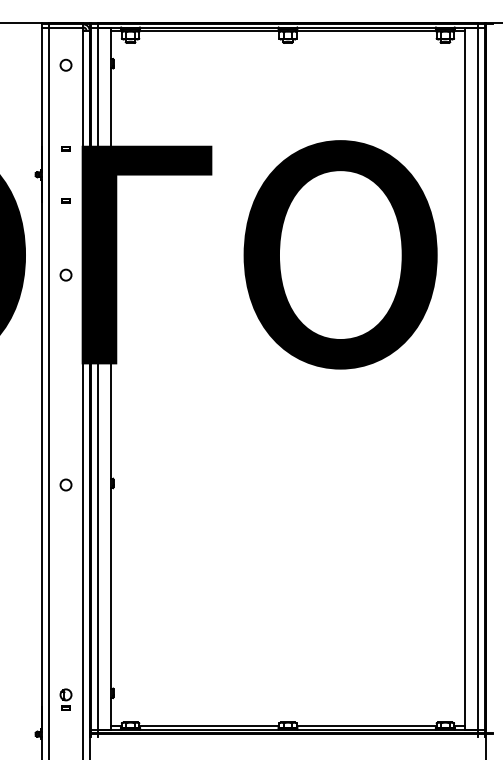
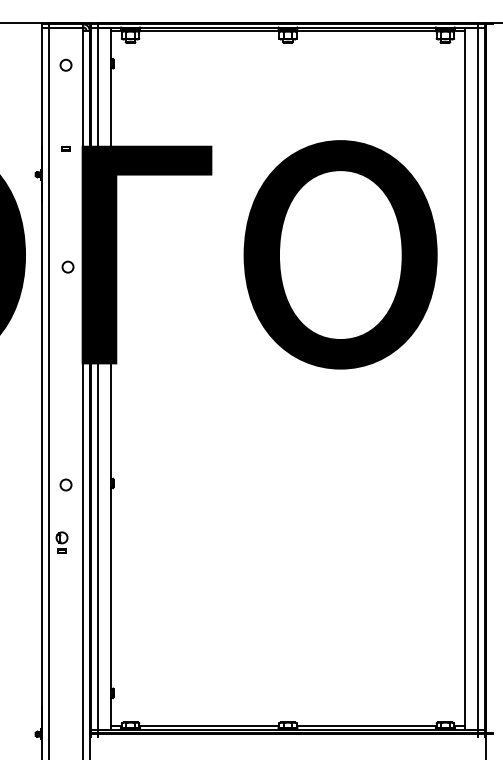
part at (65, 200): present -> none
circle at (65, 274) position: (65, 274) -> (67, 266)
part at (65, 699) position: (65, 699) -> (61, 542)
